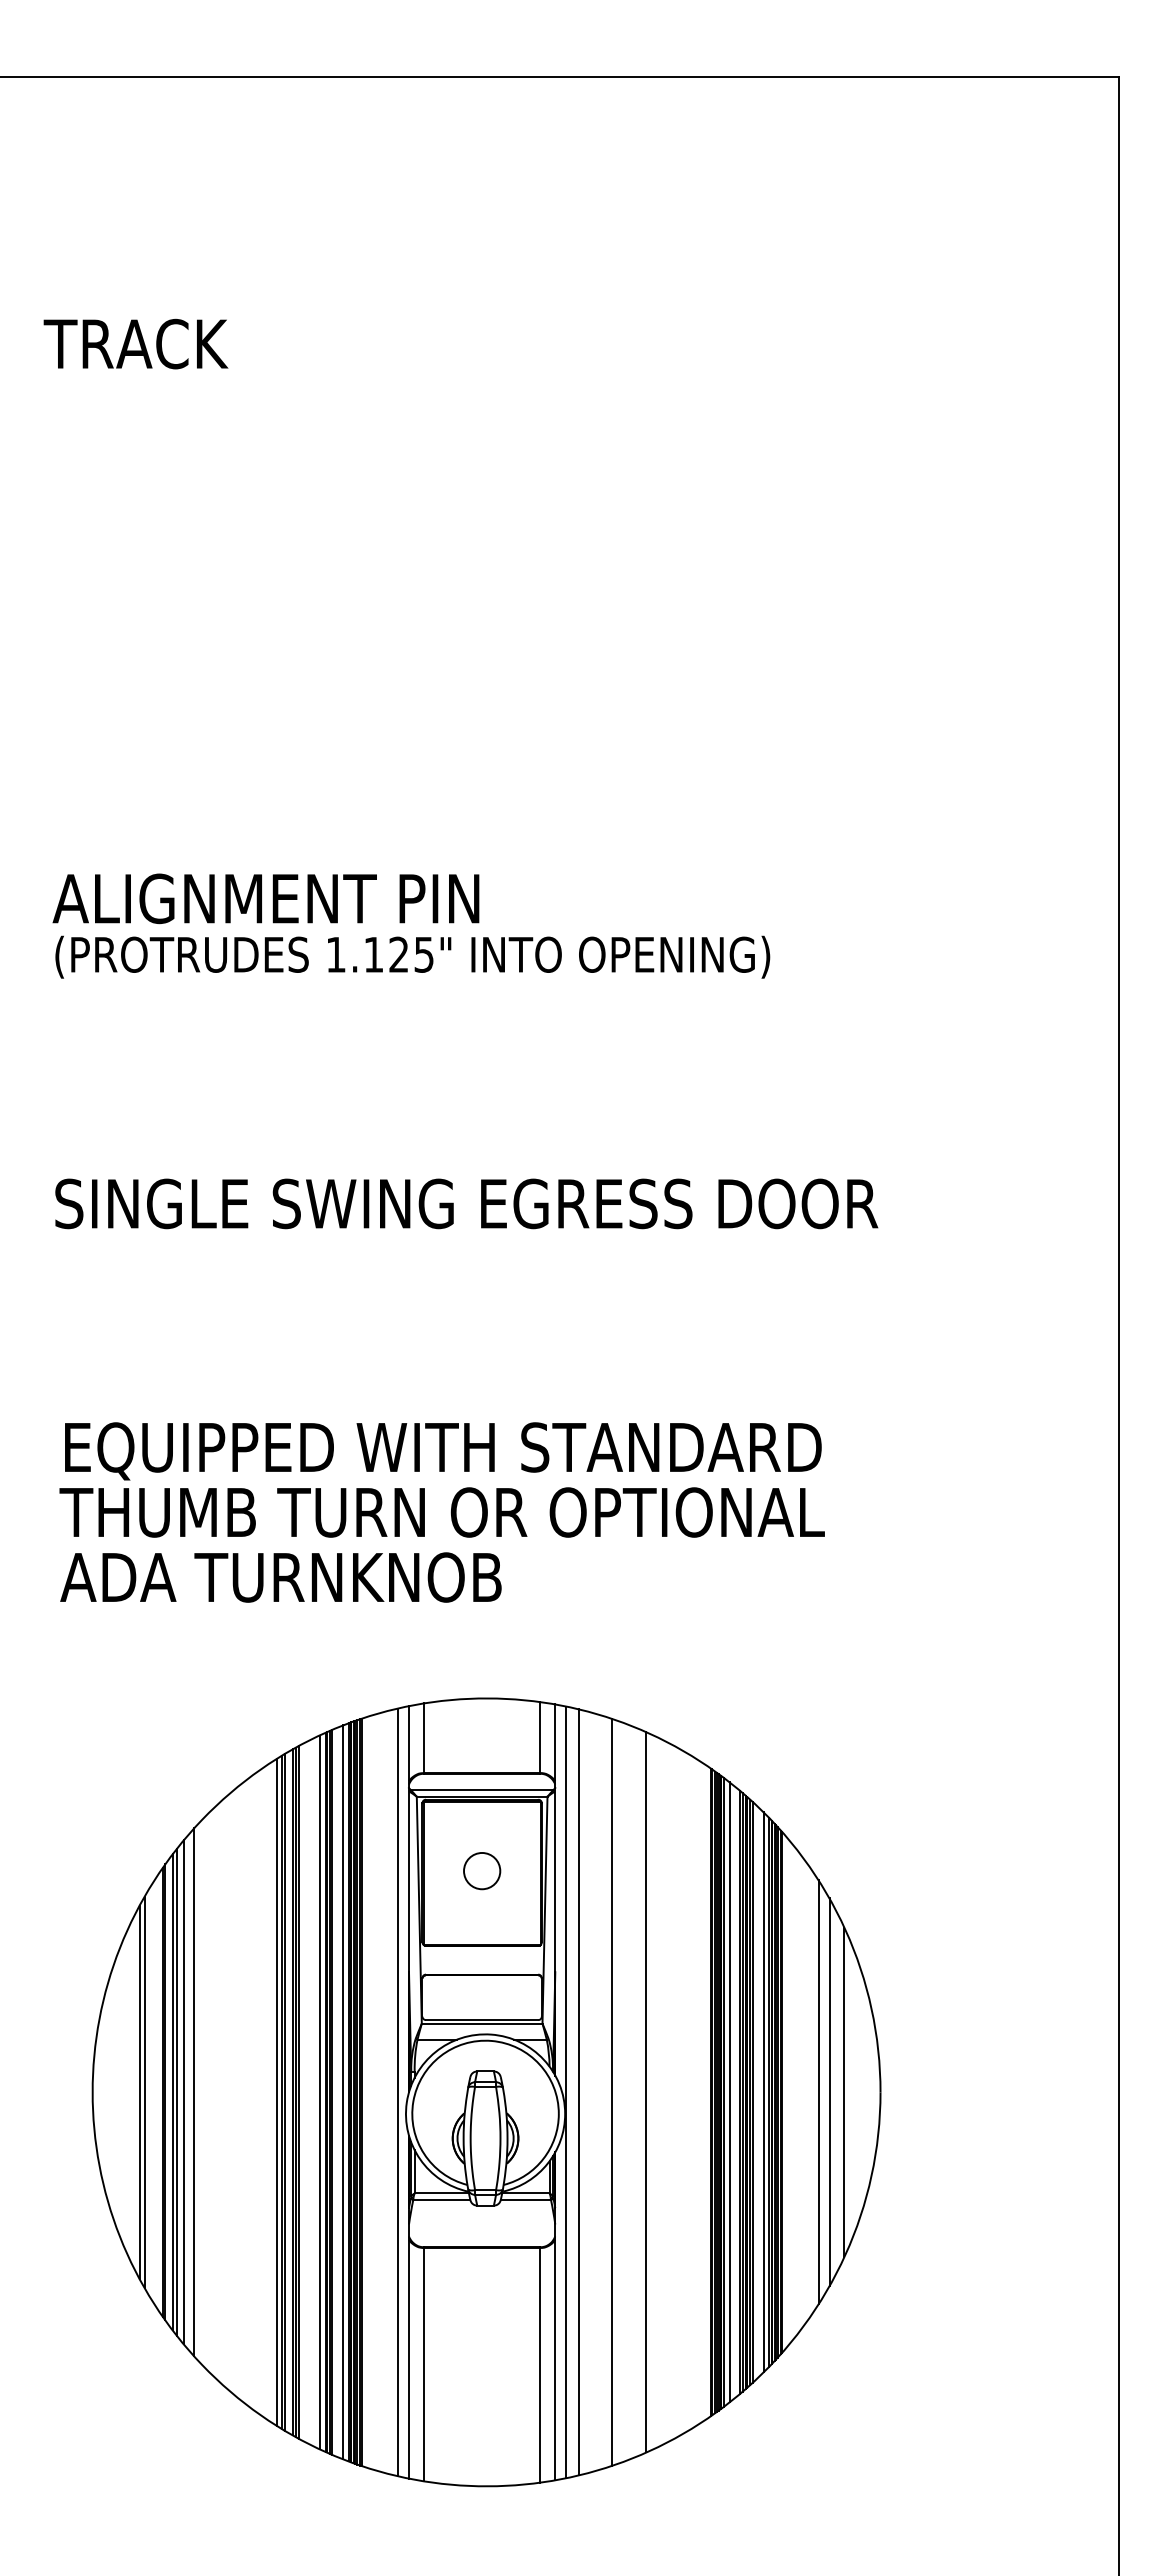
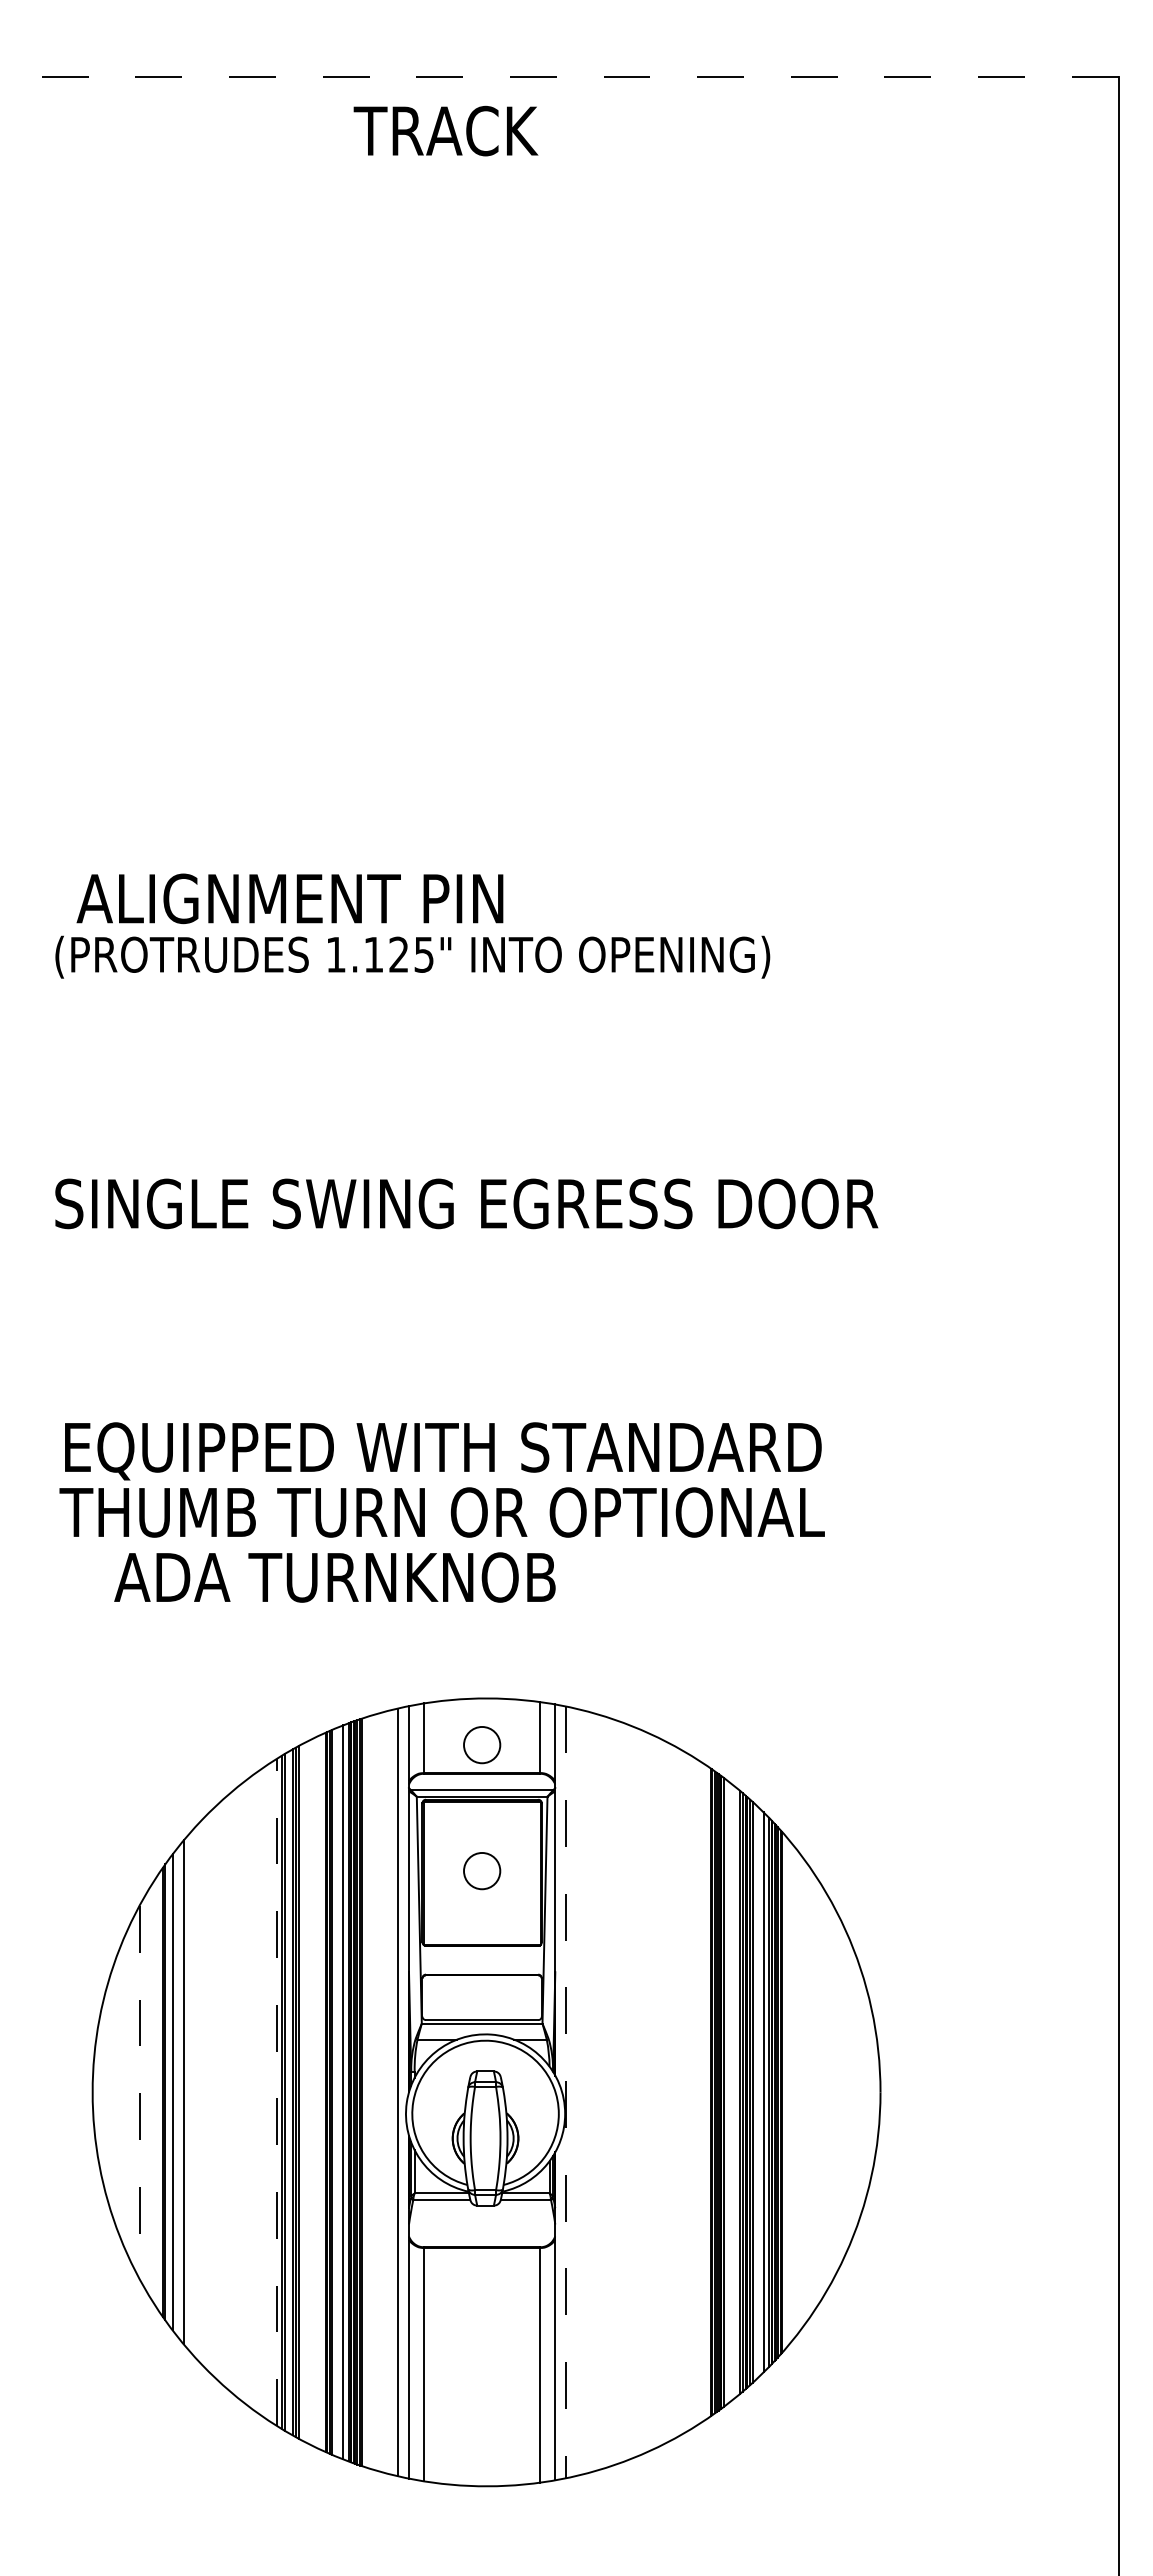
line at (559, 77): solid -> dashed
text at (135, 343) position: (135, 343) -> (445, 130)
text at (265, 898) position: (265, 898) -> (289, 898)
text at (280, 1577) position: (280, 1577) -> (334, 1577)
circle at (482, 1745): none -> present
line at (144, 2091): present -> none
line at (139, 2092): solid -> dashed
line at (176, 2092): present -> none
line at (194, 2092): present -> none
line at (277, 2092): solid -> dashed
line at (319, 2092): present -> none
line at (566, 2092): solid -> dashed
line at (578, 2092): present -> none
line at (612, 2092): present -> none
line at (646, 2092): present -> none
line at (729, 2092): present -> none
line at (818, 2092): present -> none
line at (829, 2092): present -> none
line at (844, 2092): present -> none
